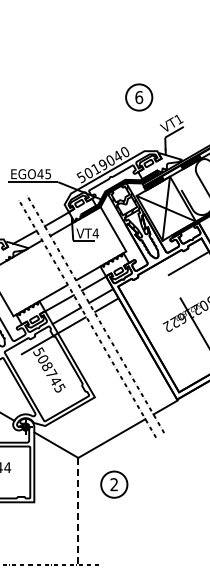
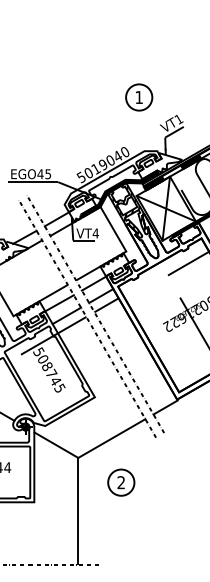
text at (139, 97): 6 -> 1
part at (114, 484) position: (114, 484) -> (121, 482)
line at (78, 511): dashed -> solid
